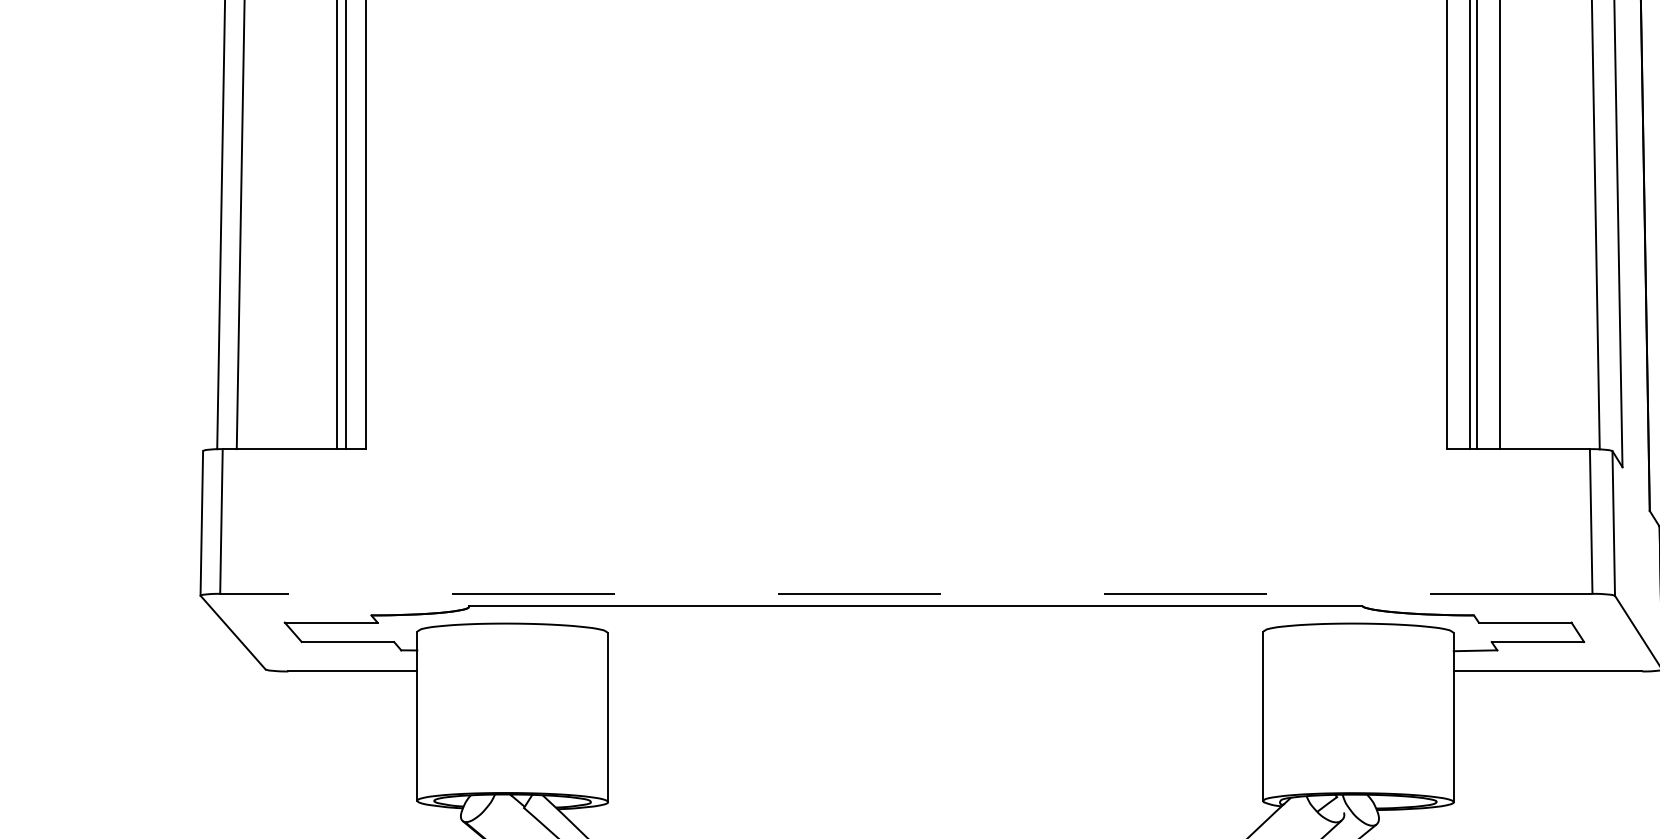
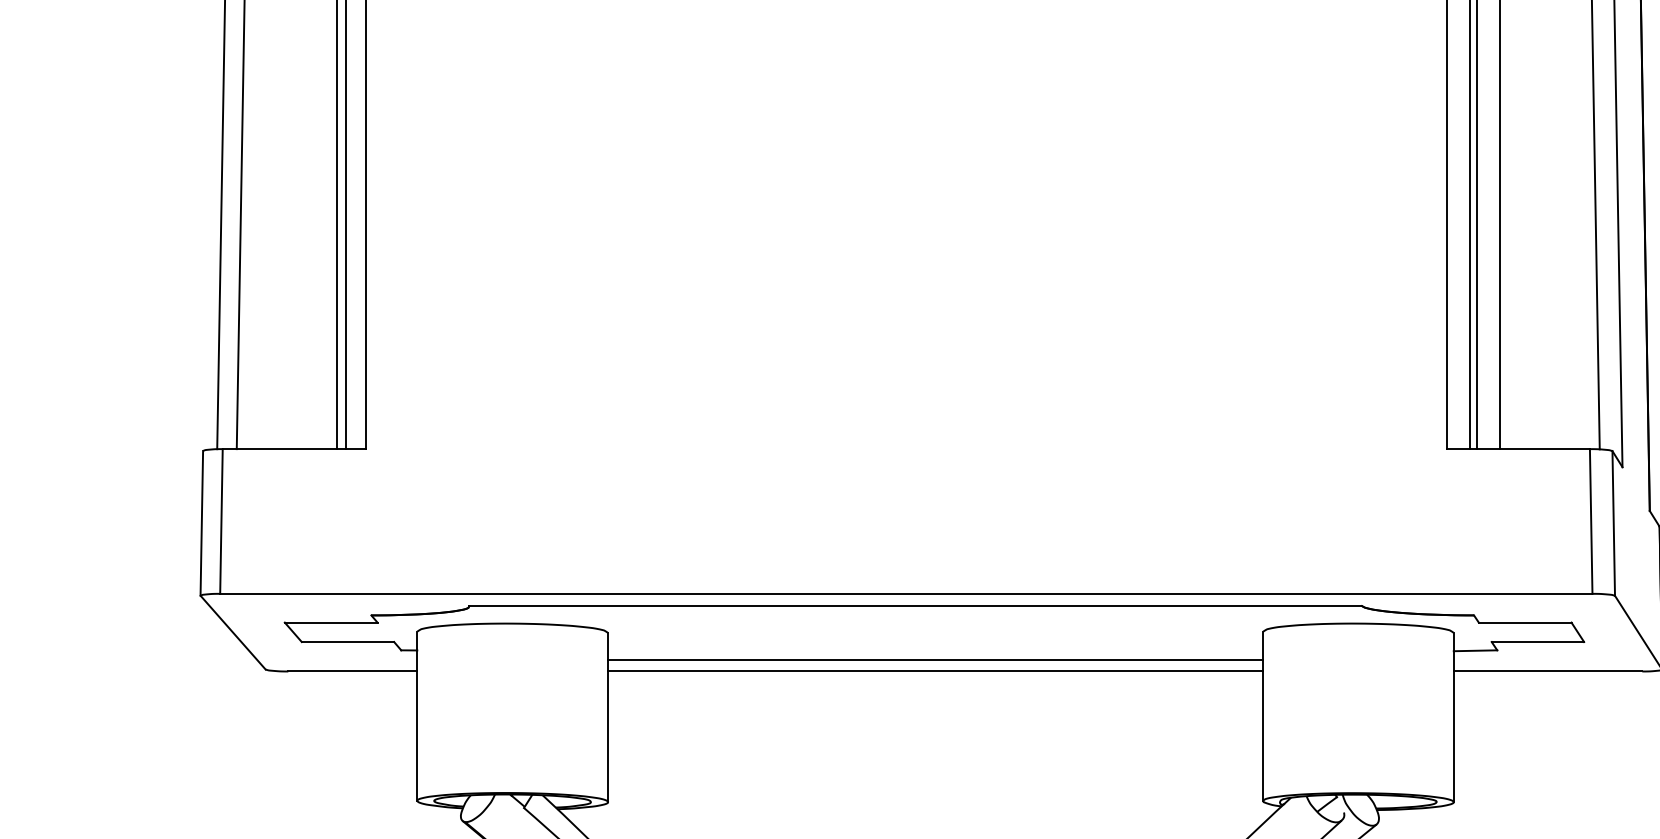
line at (905, 593): dashed -> solid
line at (935, 659): none -> present
line at (935, 671): none -> present
